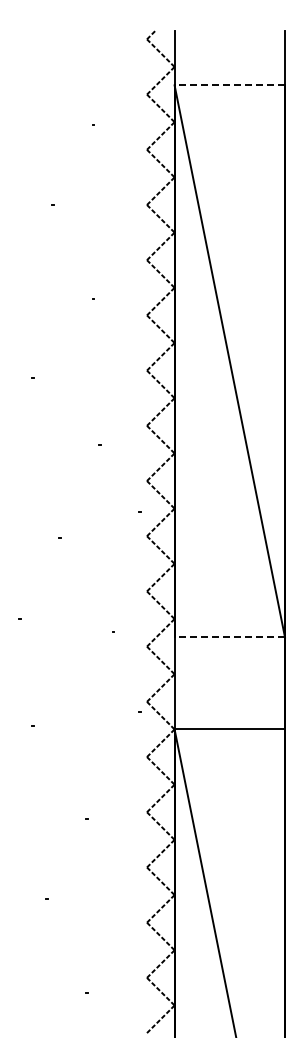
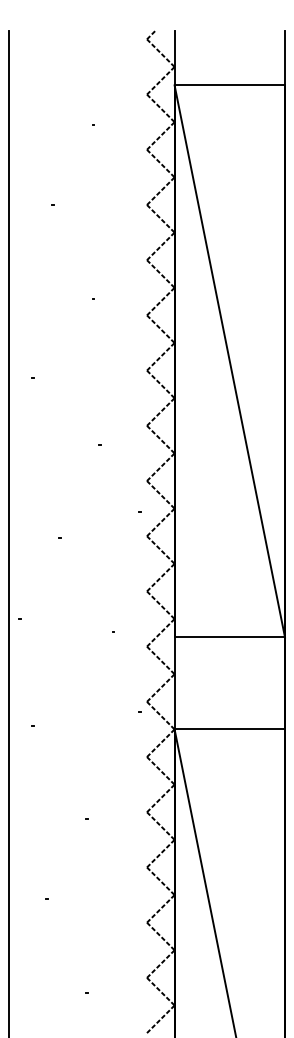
line at (229, 85): dashed -> solid
line at (8, 532): none -> present
line at (229, 637): dashed -> solid
